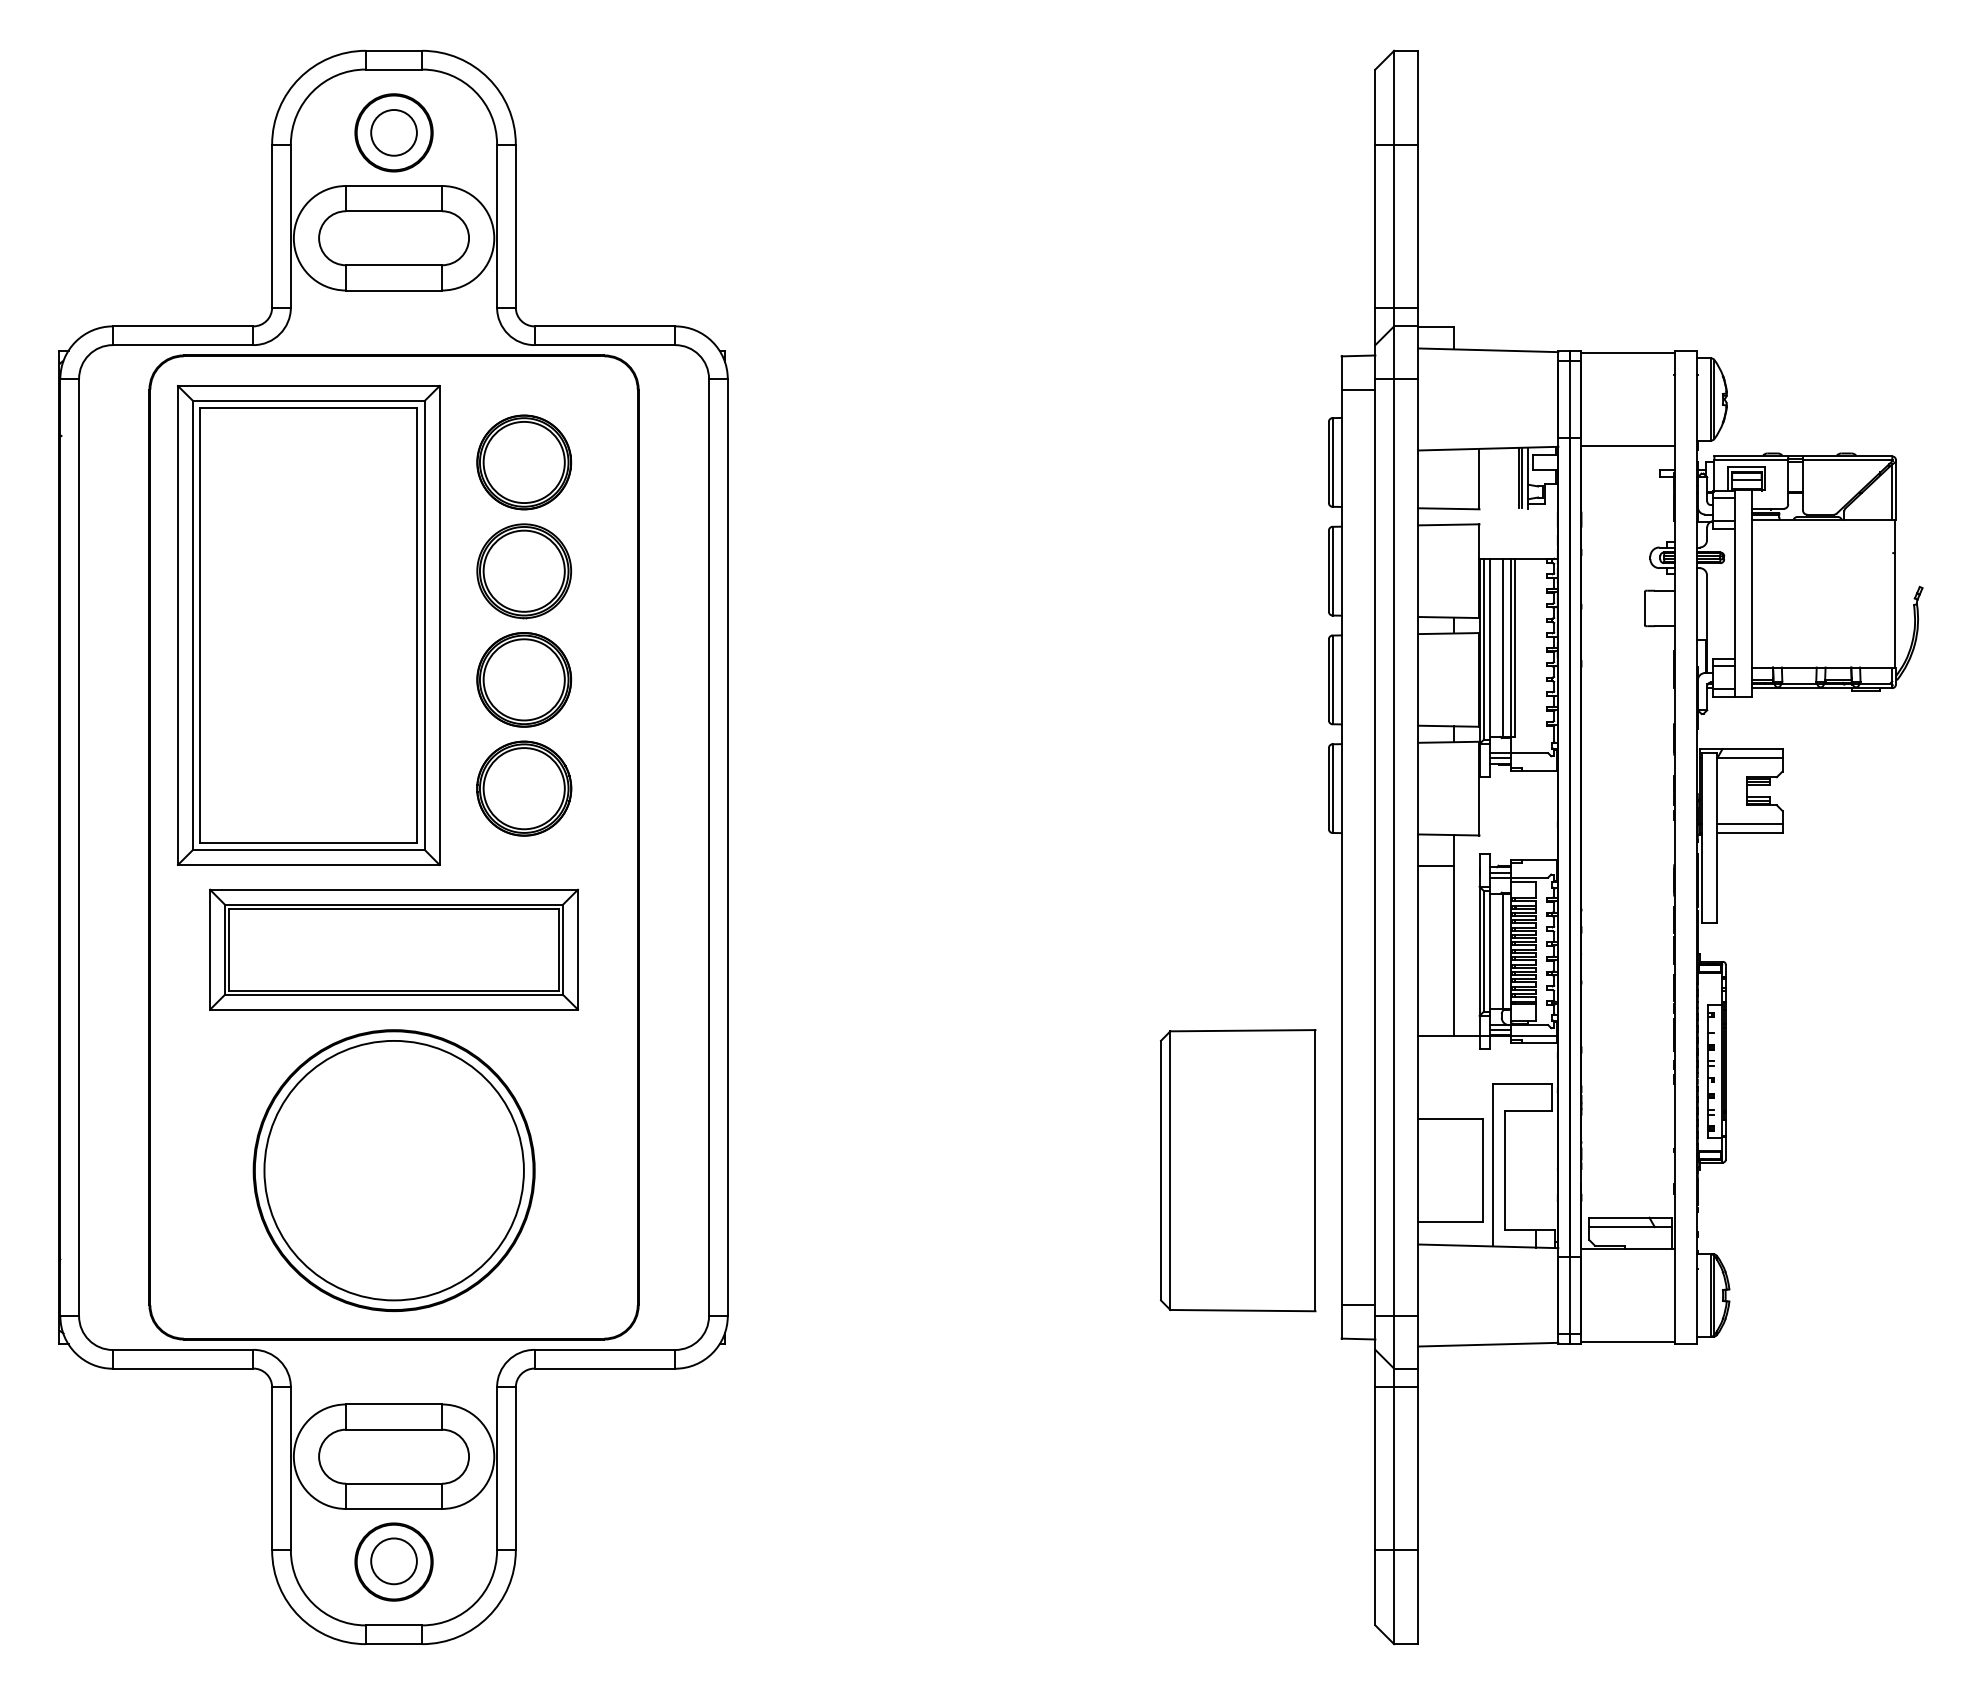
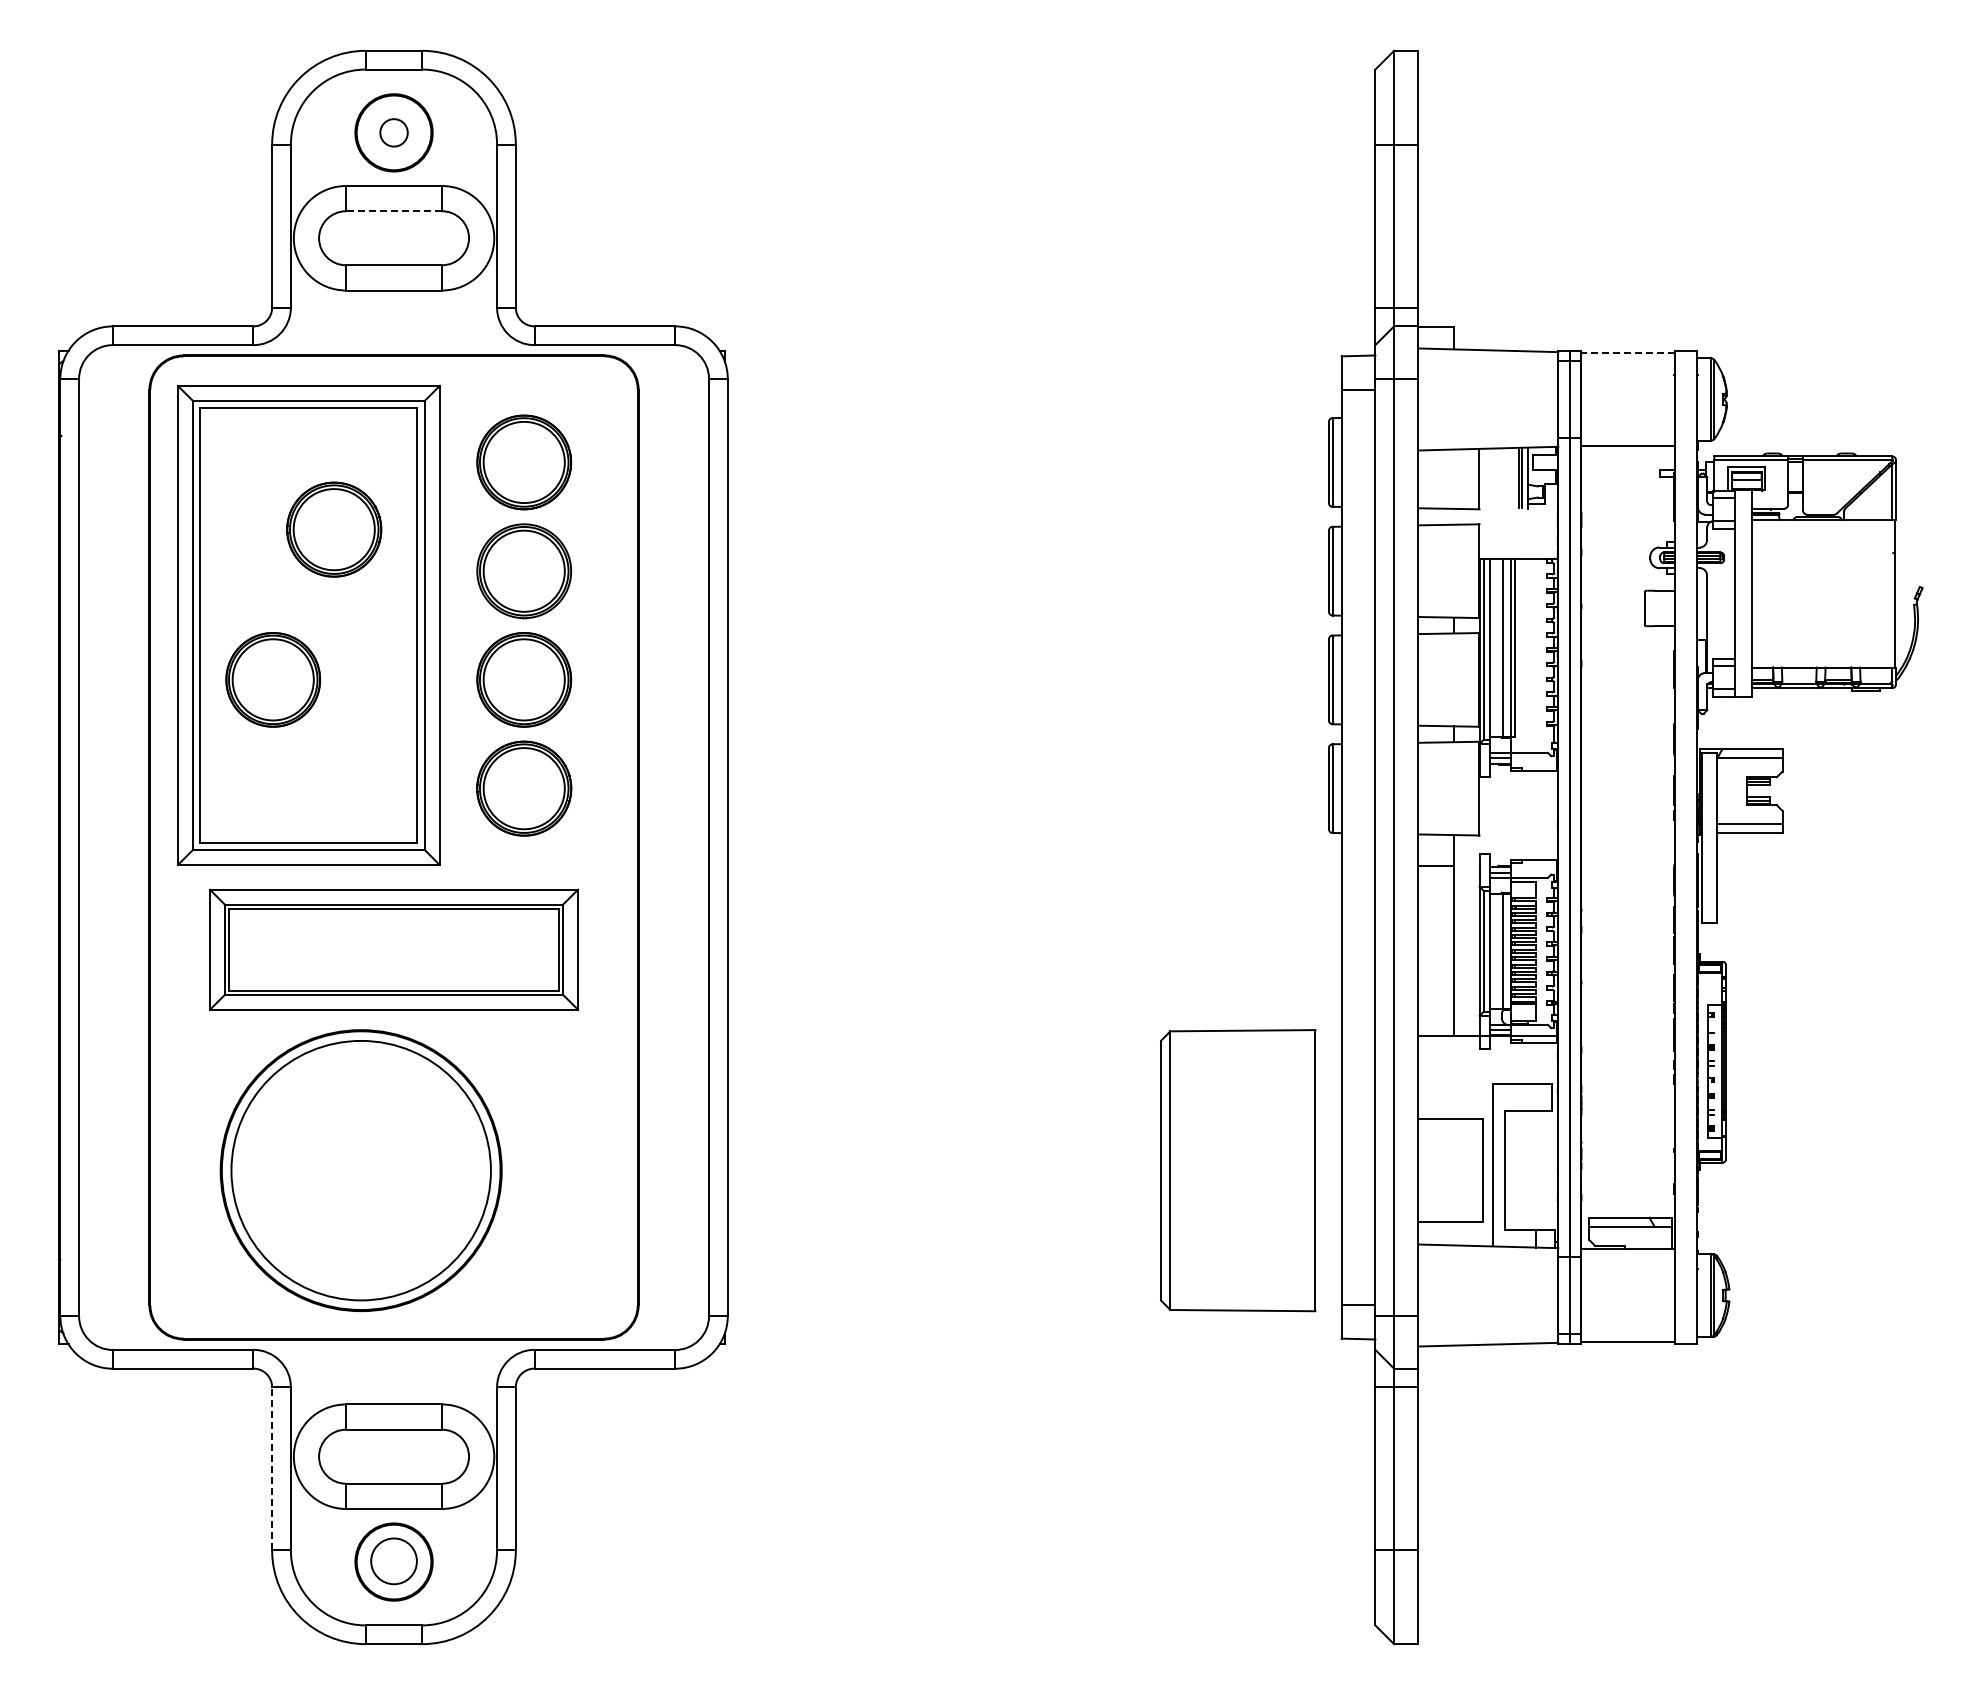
circle at (393, 132) diameter: 46 px -> 27 px
line at (394, 211): solid -> dashed
line at (1627, 352): solid -> dashed
part at (334, 529): none -> present
part at (273, 679): none -> present
part at (393, 1170) position: (393, 1170) -> (360, 1170)
line at (272, 1468): solid -> dashed
